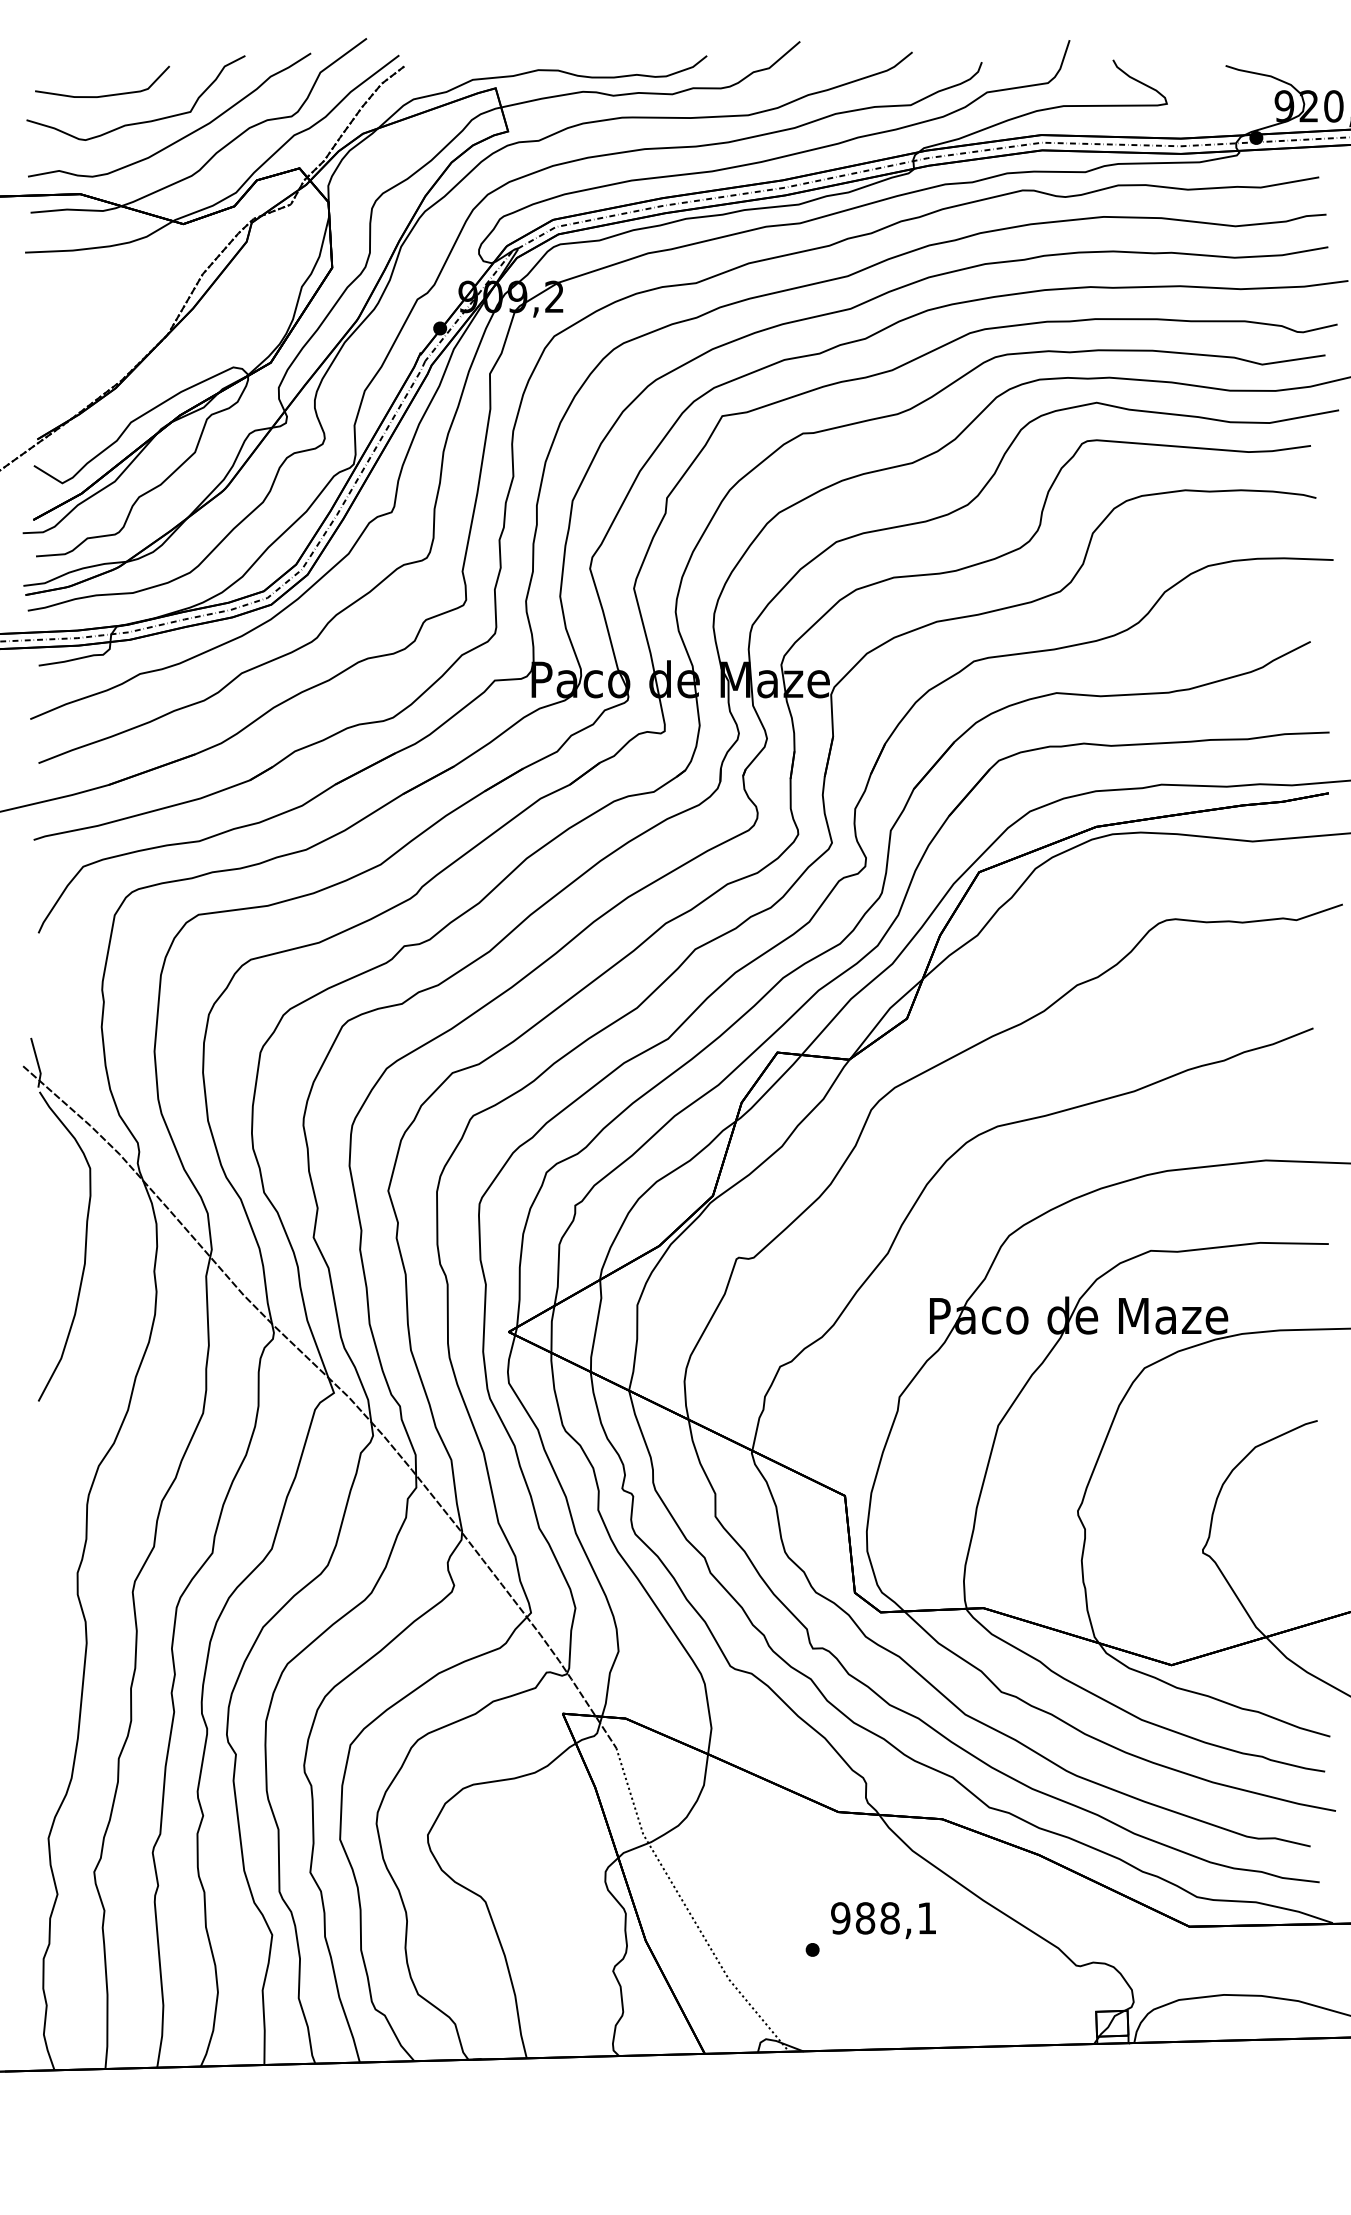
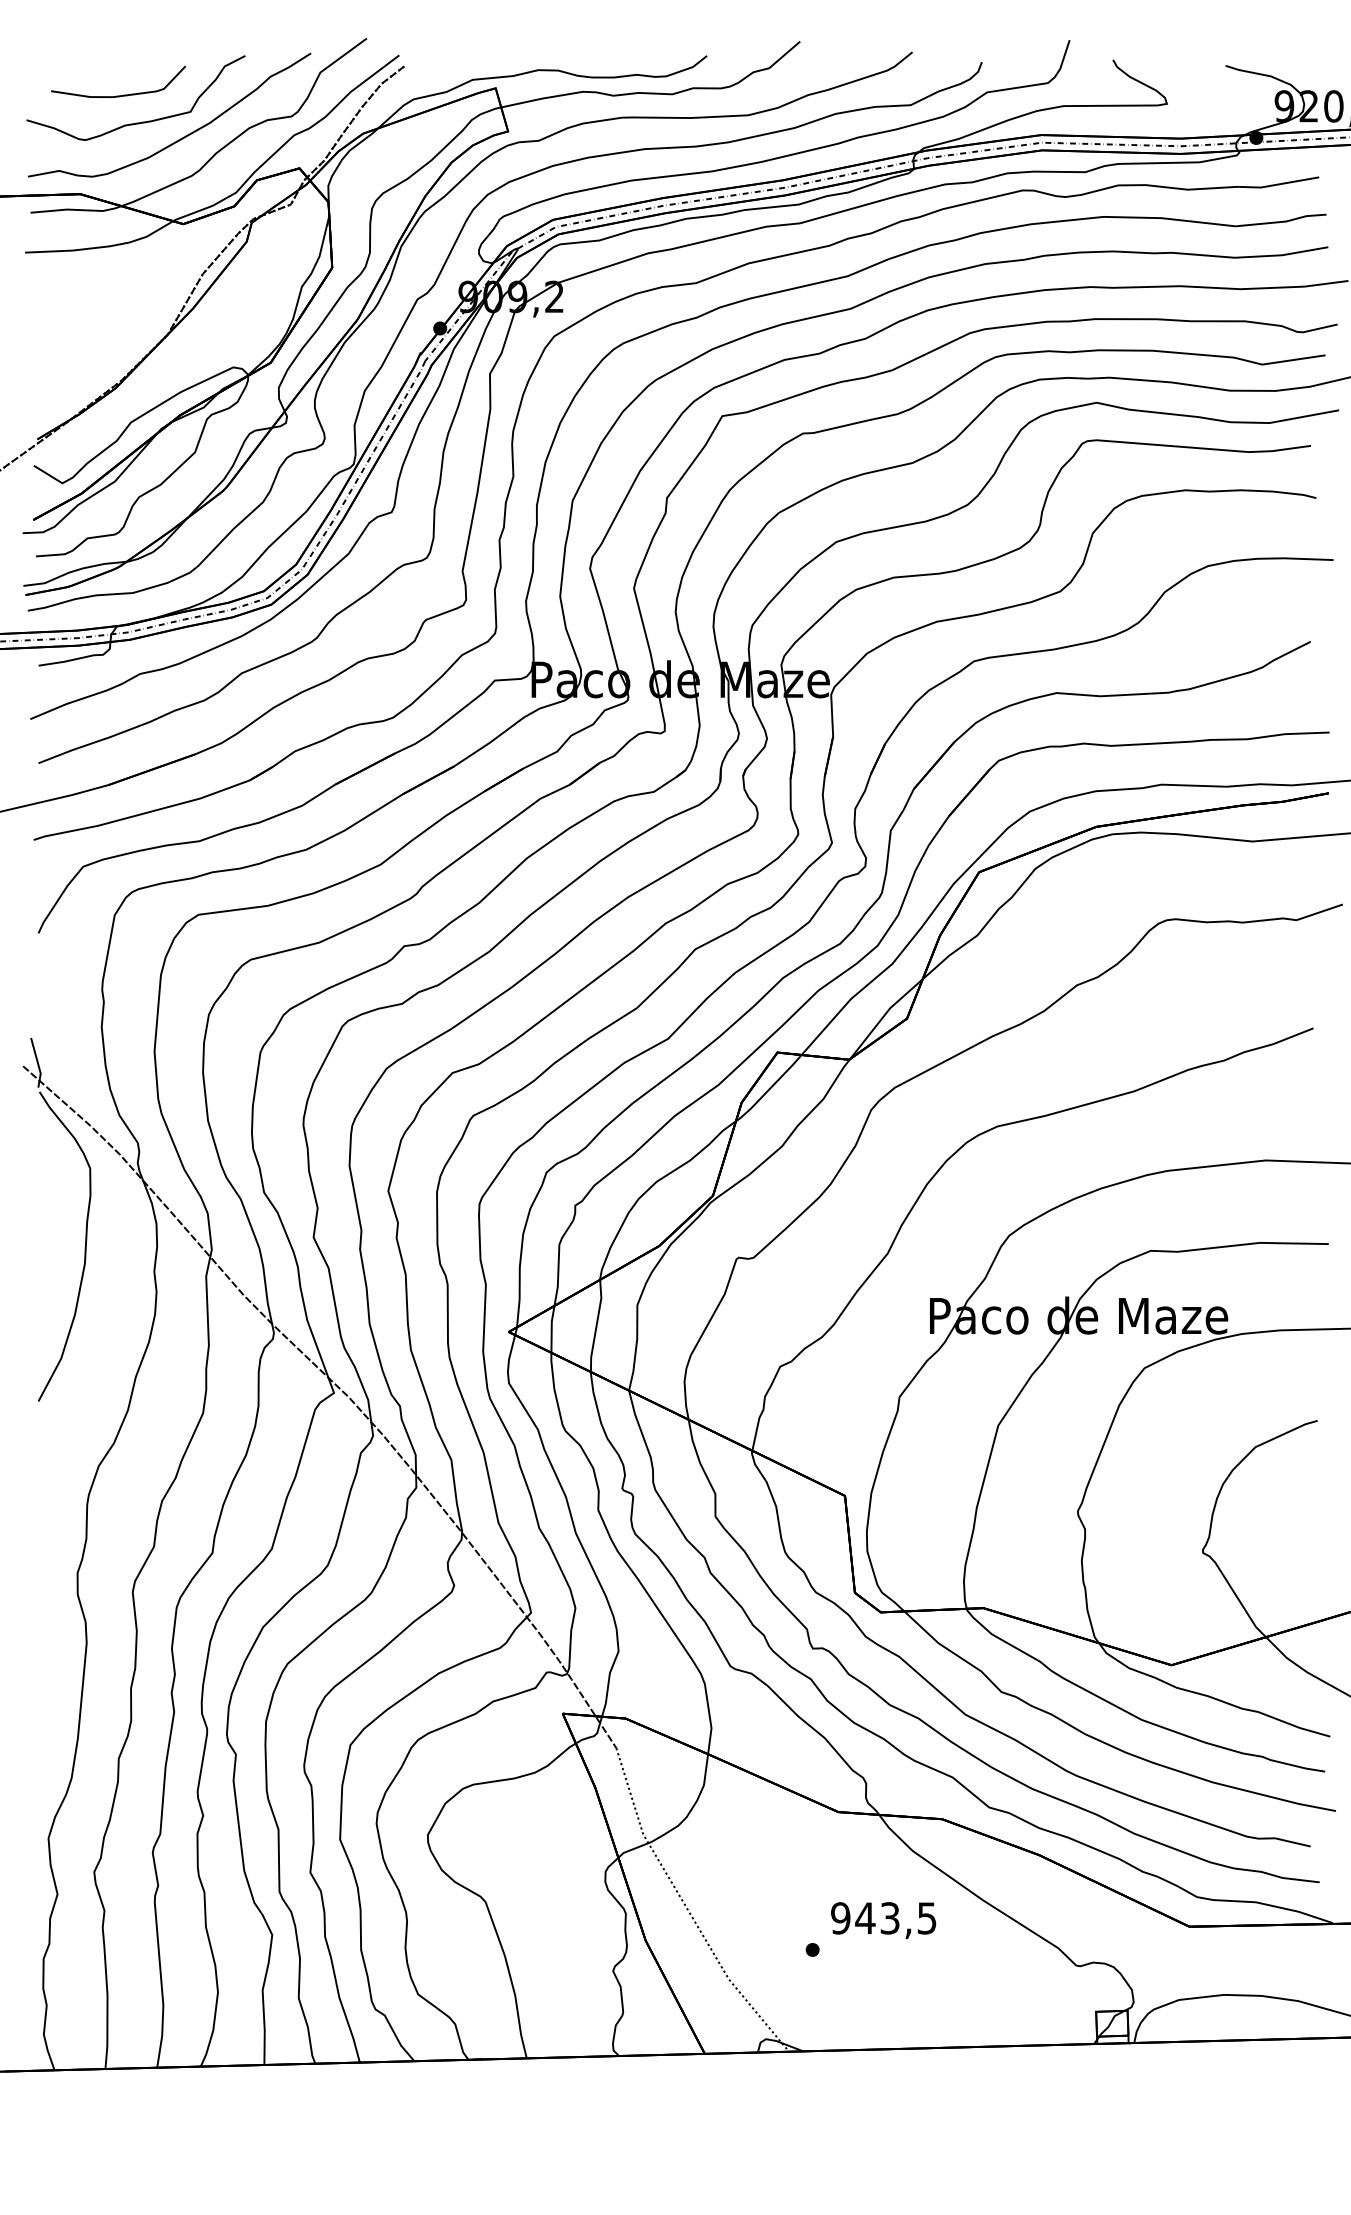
curve at (107, 94) position: (107, 94) -> (123, 94)
text at (895, 1918): 988,1 -> 943,5
